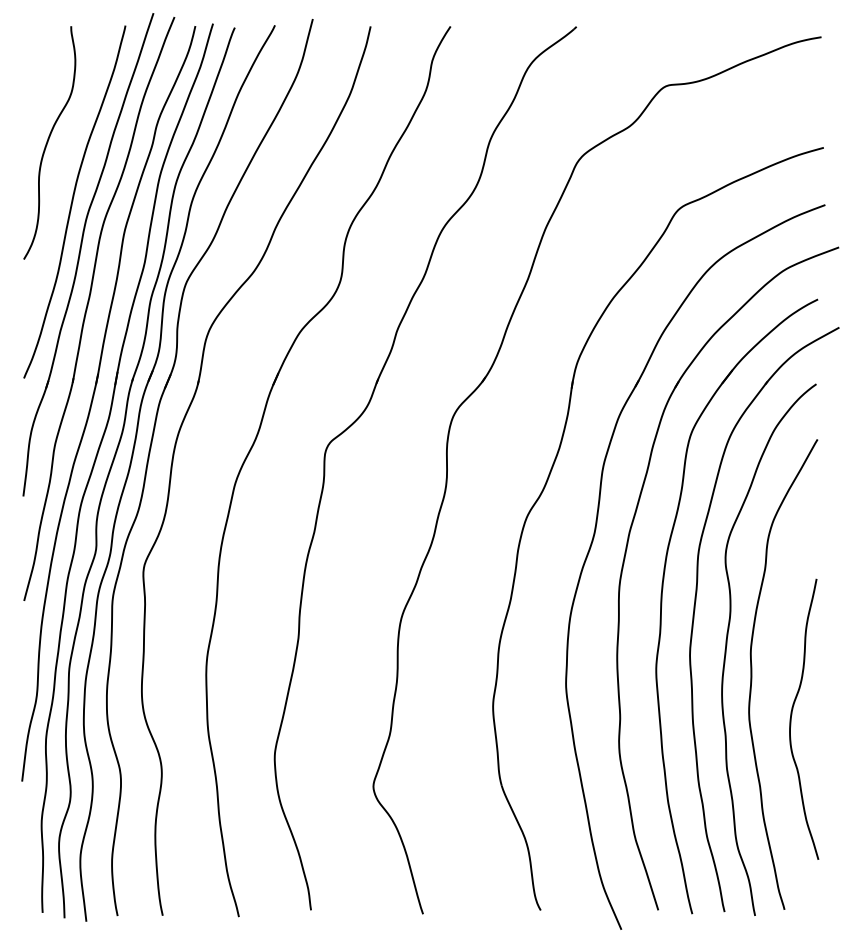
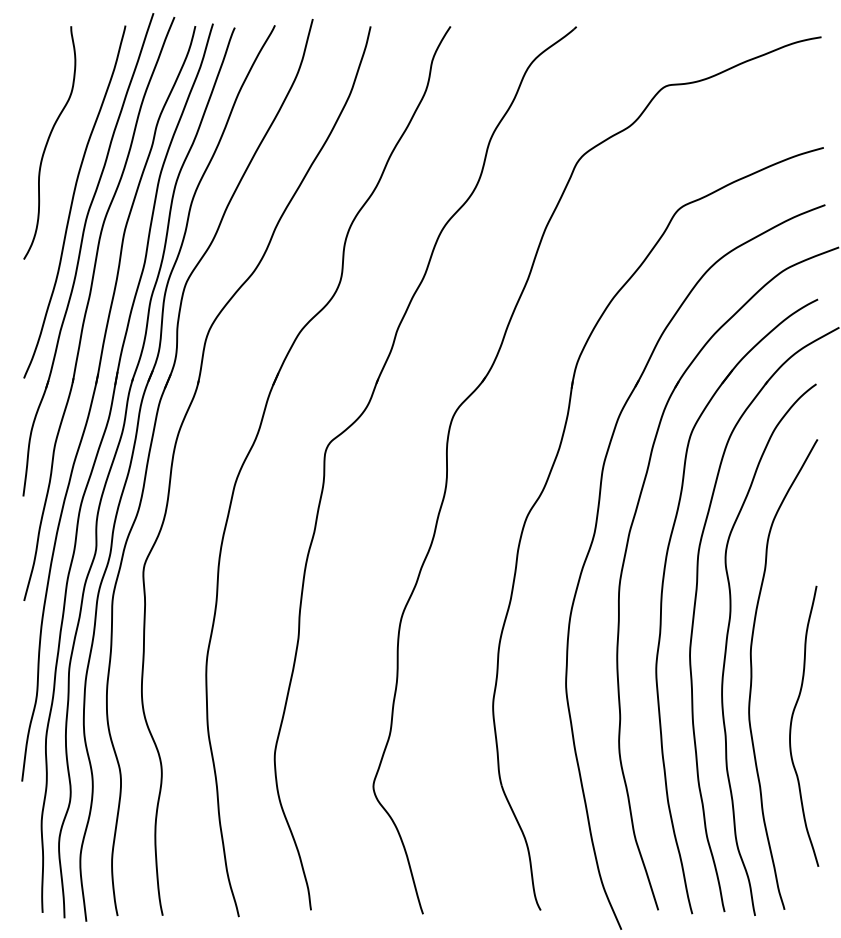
curve at (792, 715) position: (792, 715) -> (792, 722)
